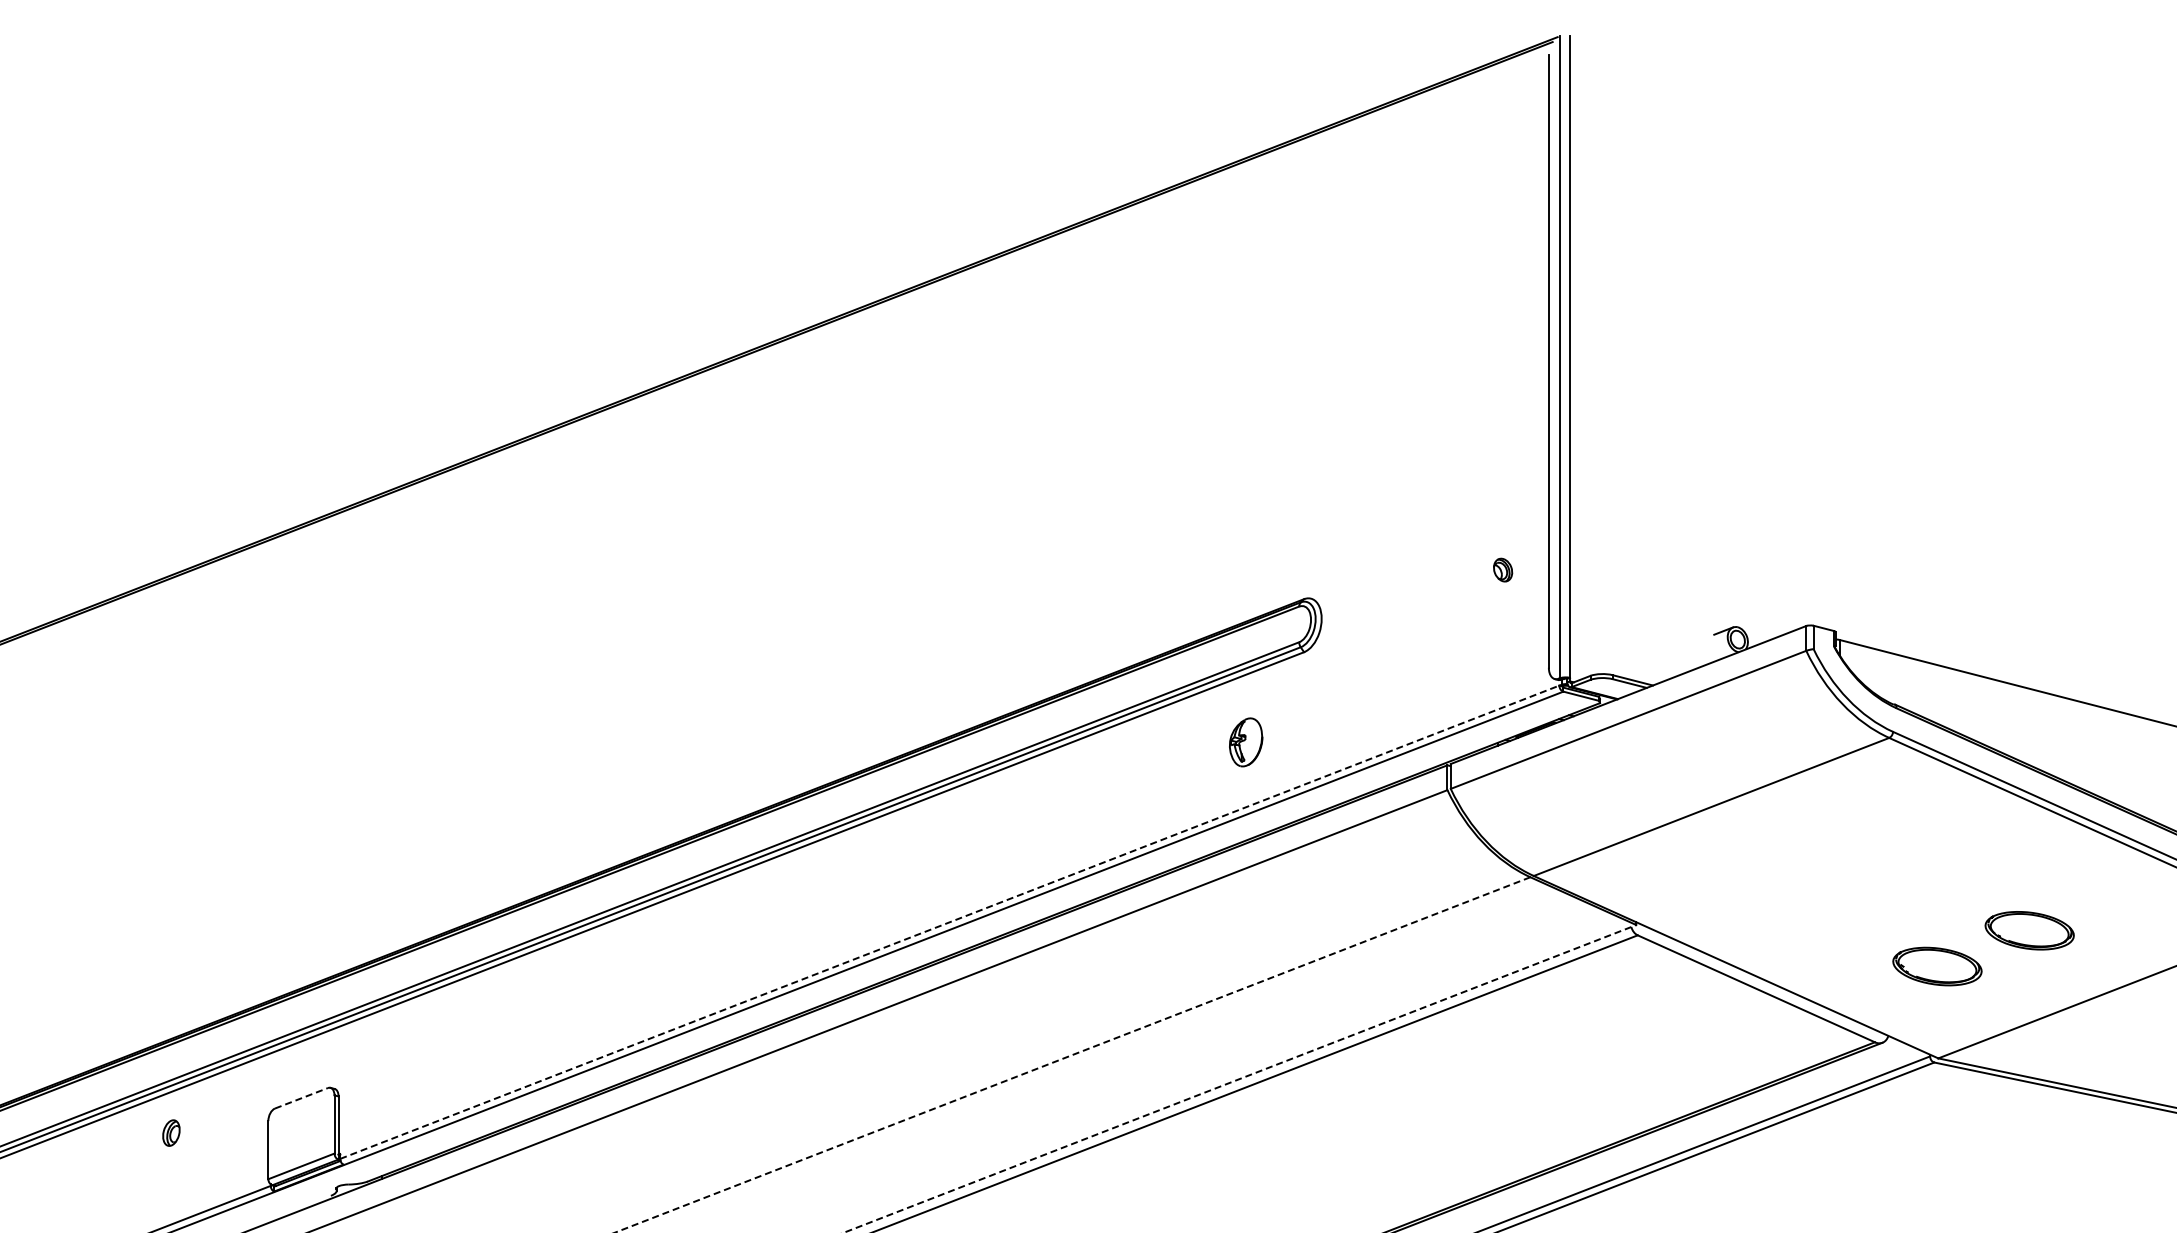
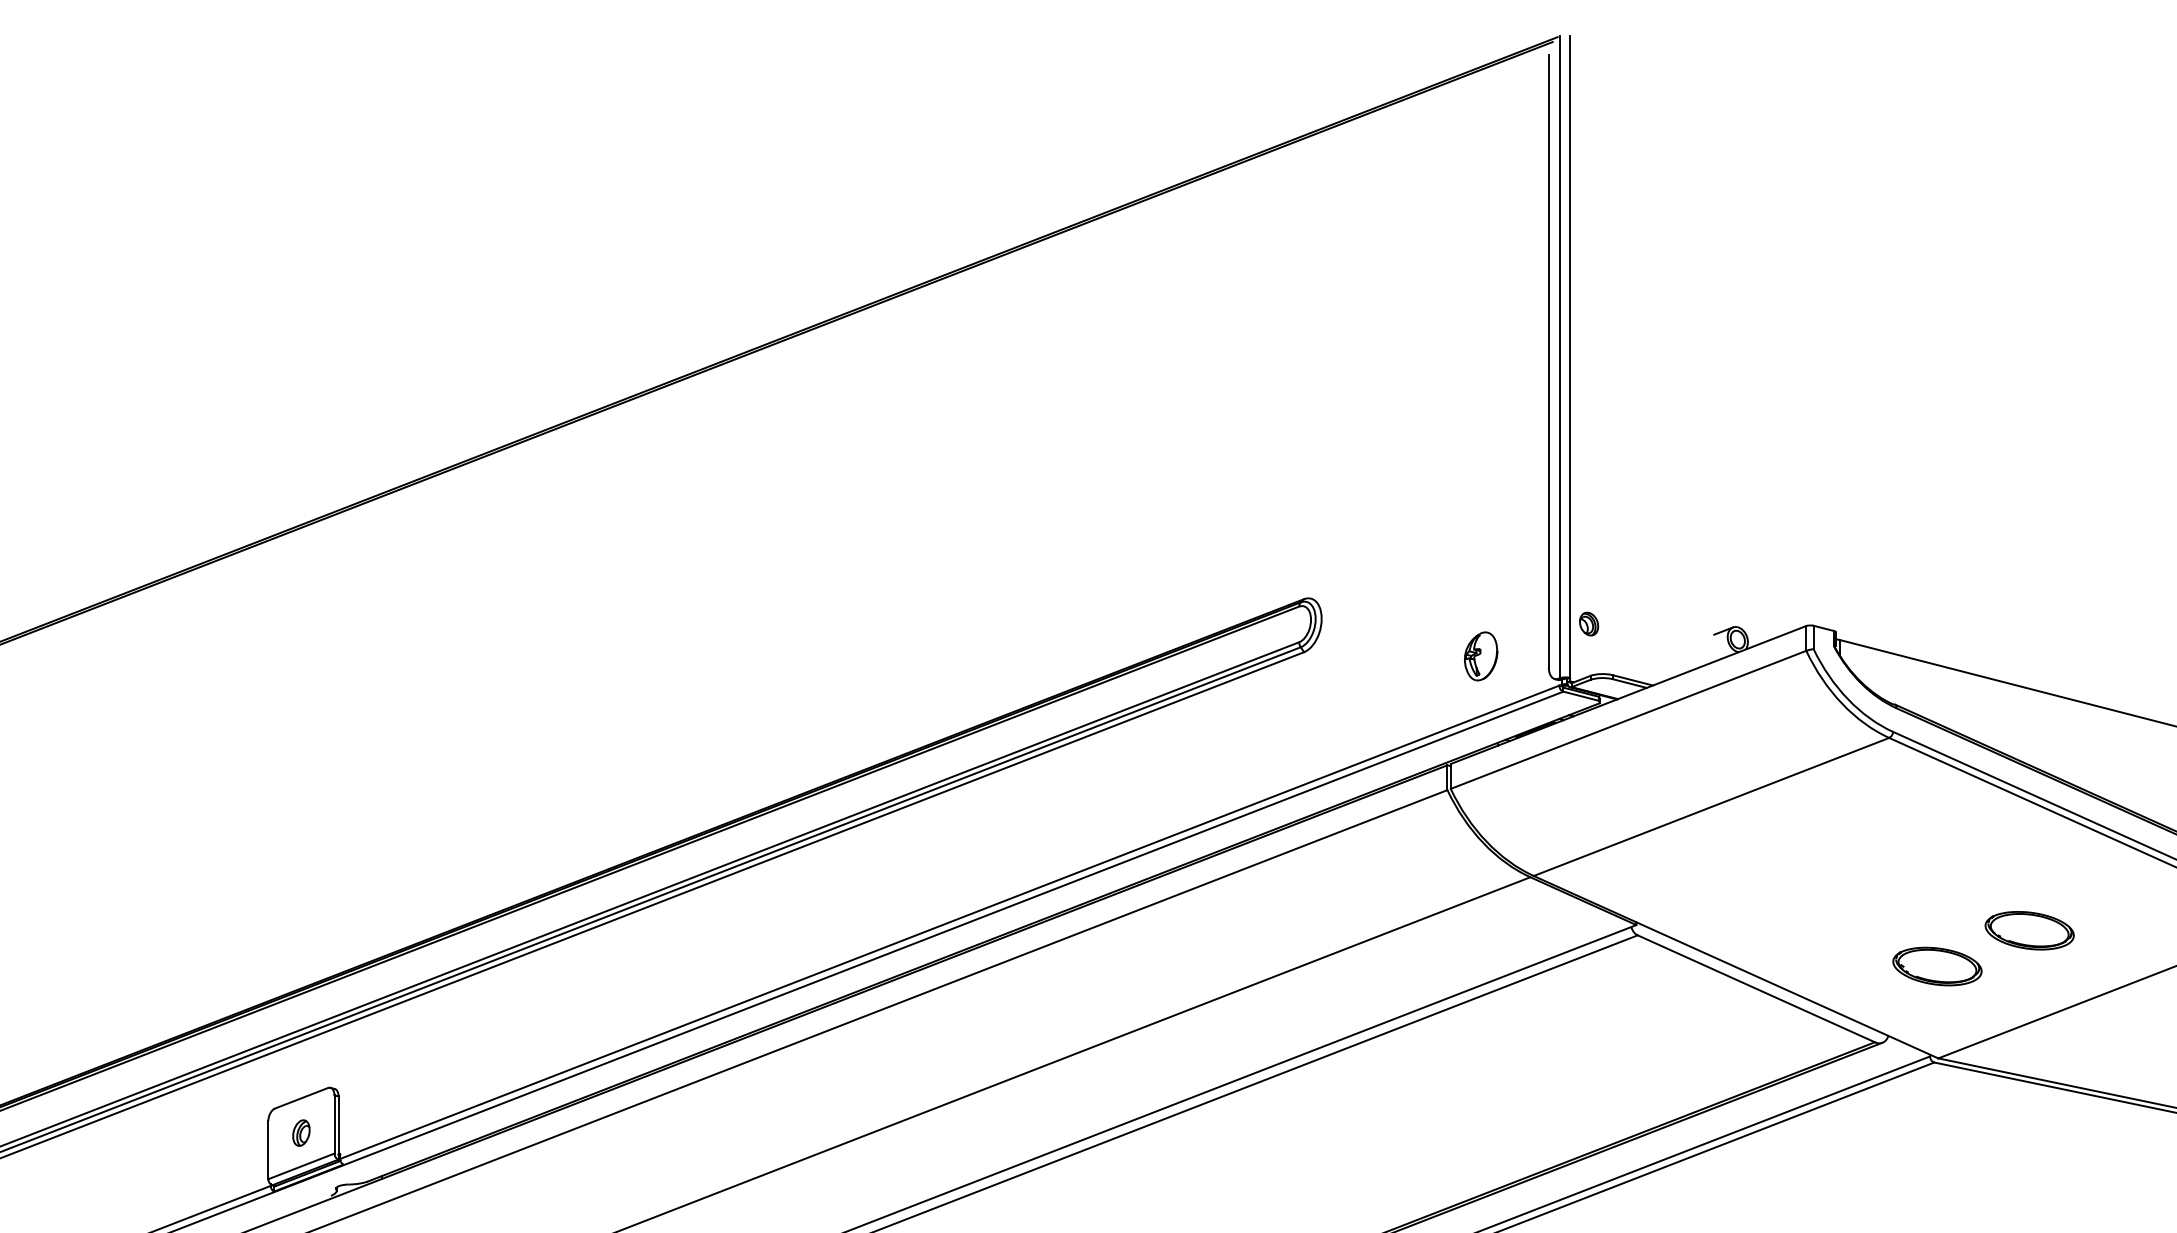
part at (1503, 569) position: (1503, 569) -> (1589, 623)
part at (1246, 742) position: (1246, 742) -> (1481, 656)
line at (949, 922): dashed -> solid
line at (1071, 1055): dashed -> solid
line at (1240, 1078): dashed -> solid
line at (301, 1098): dashed -> solid
part at (171, 1132) position: (171, 1132) -> (301, 1132)
